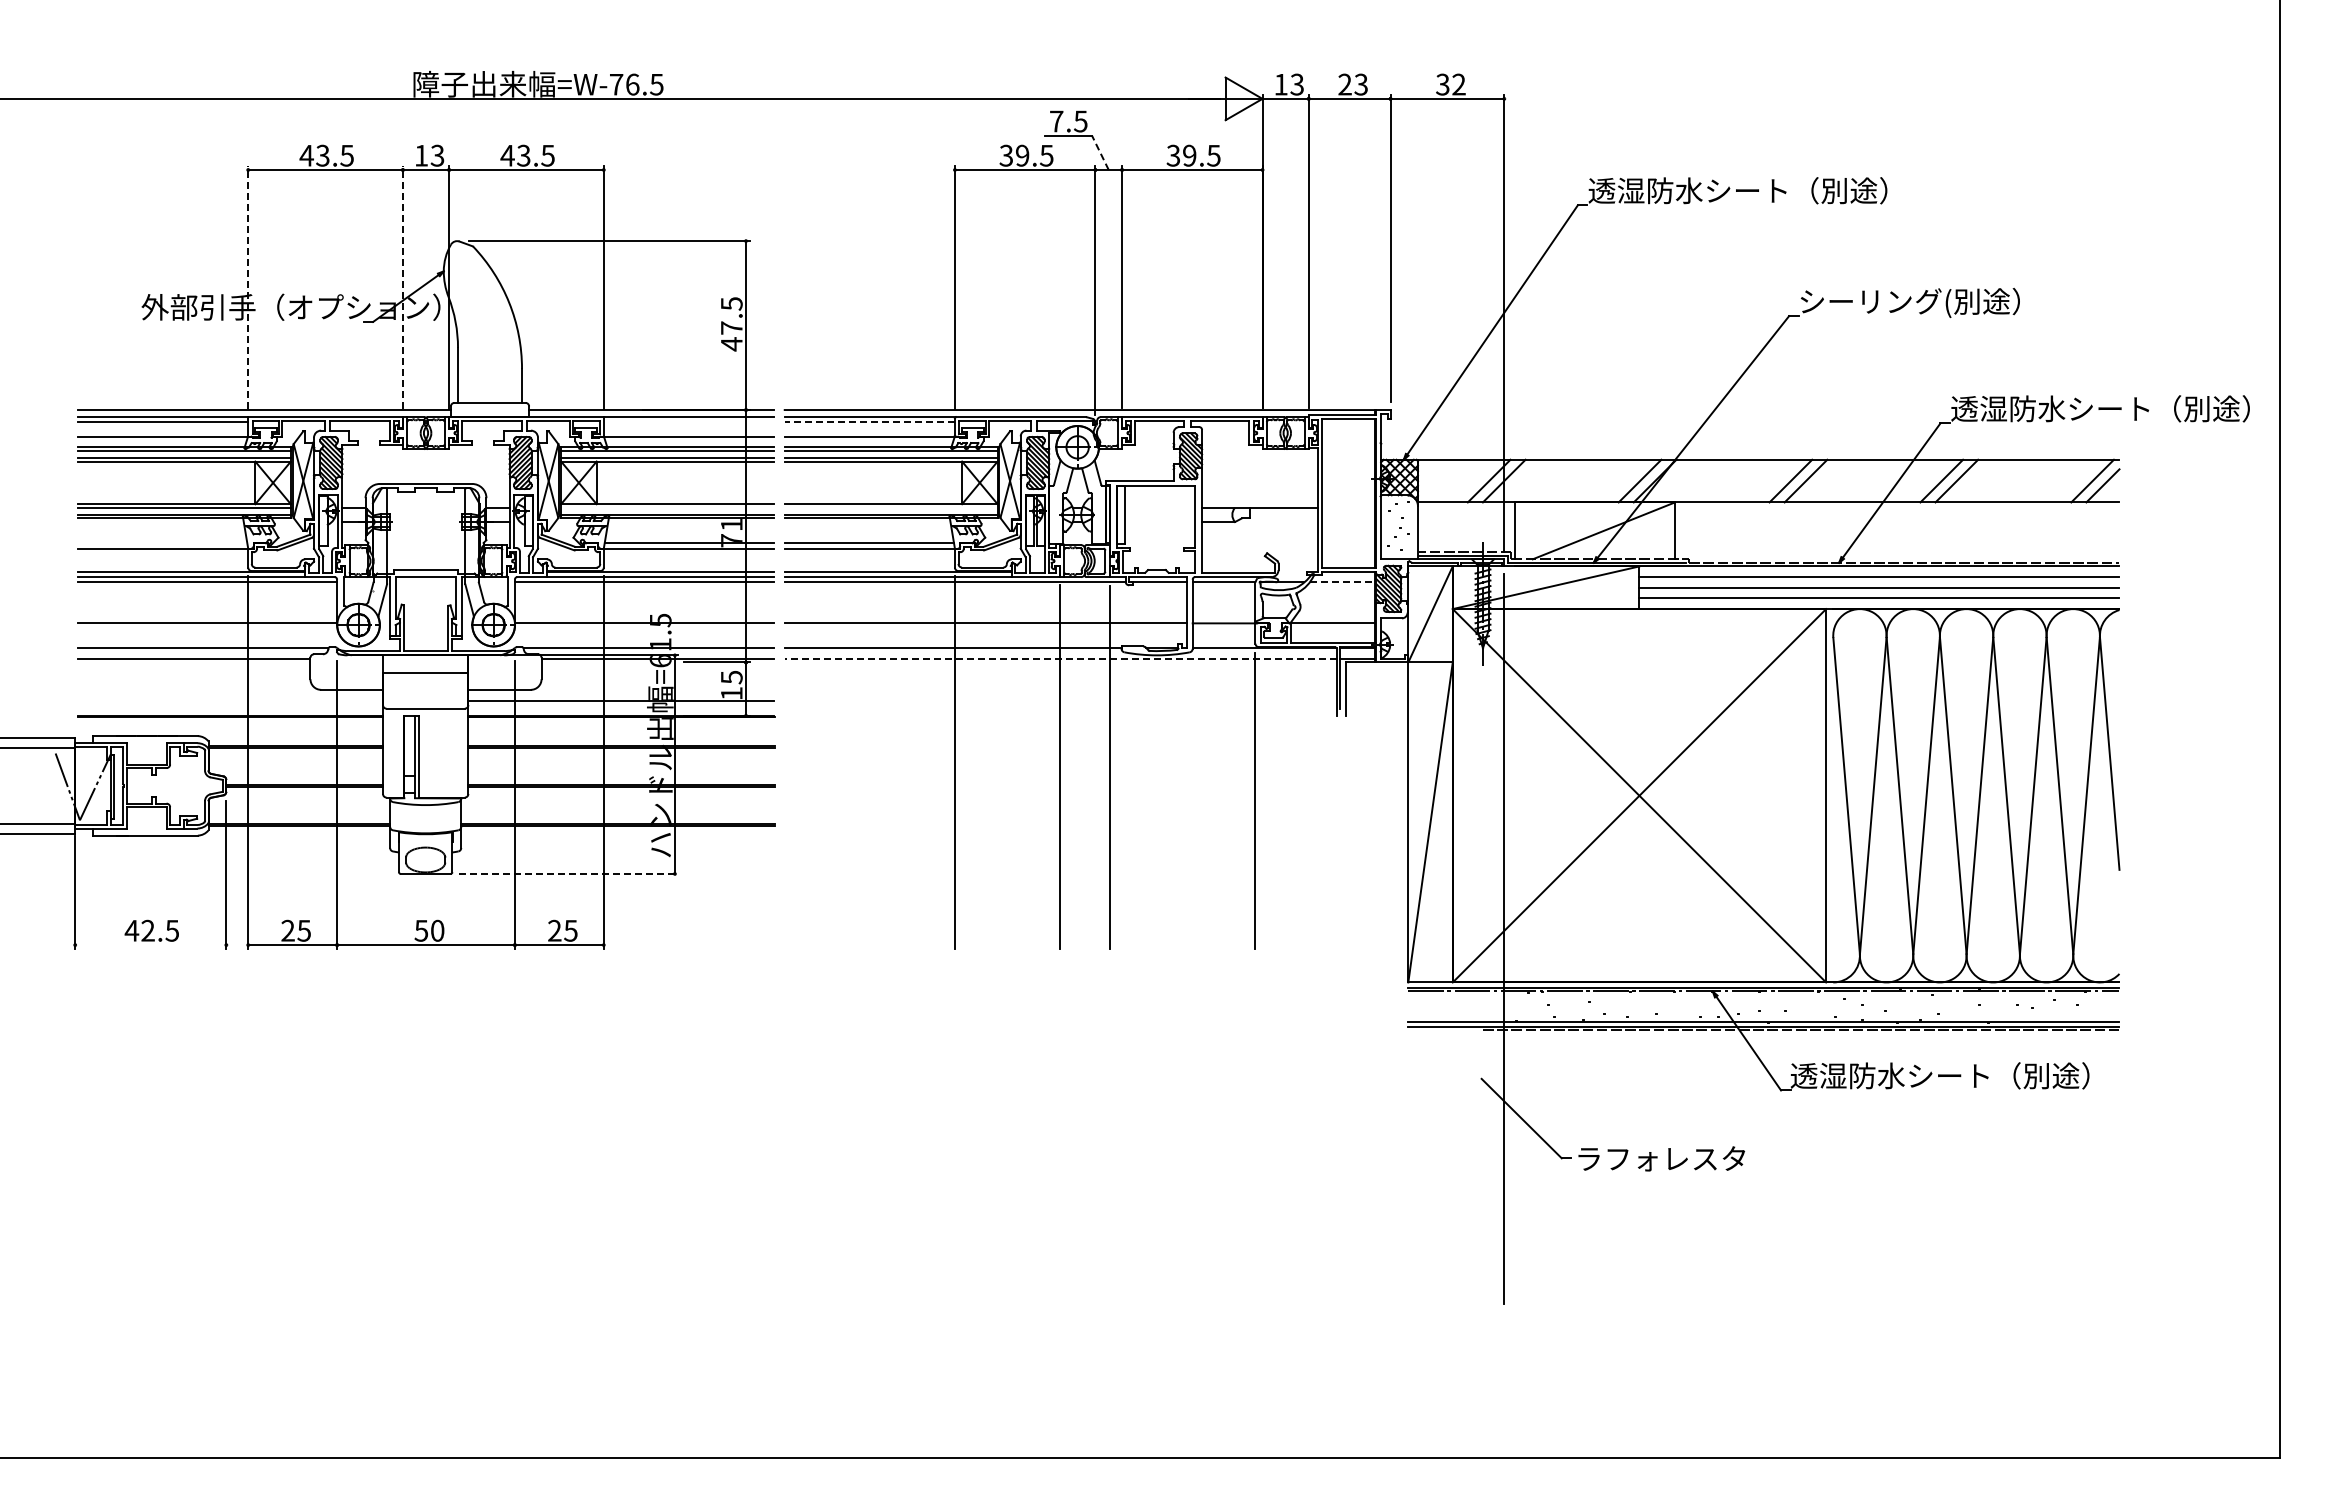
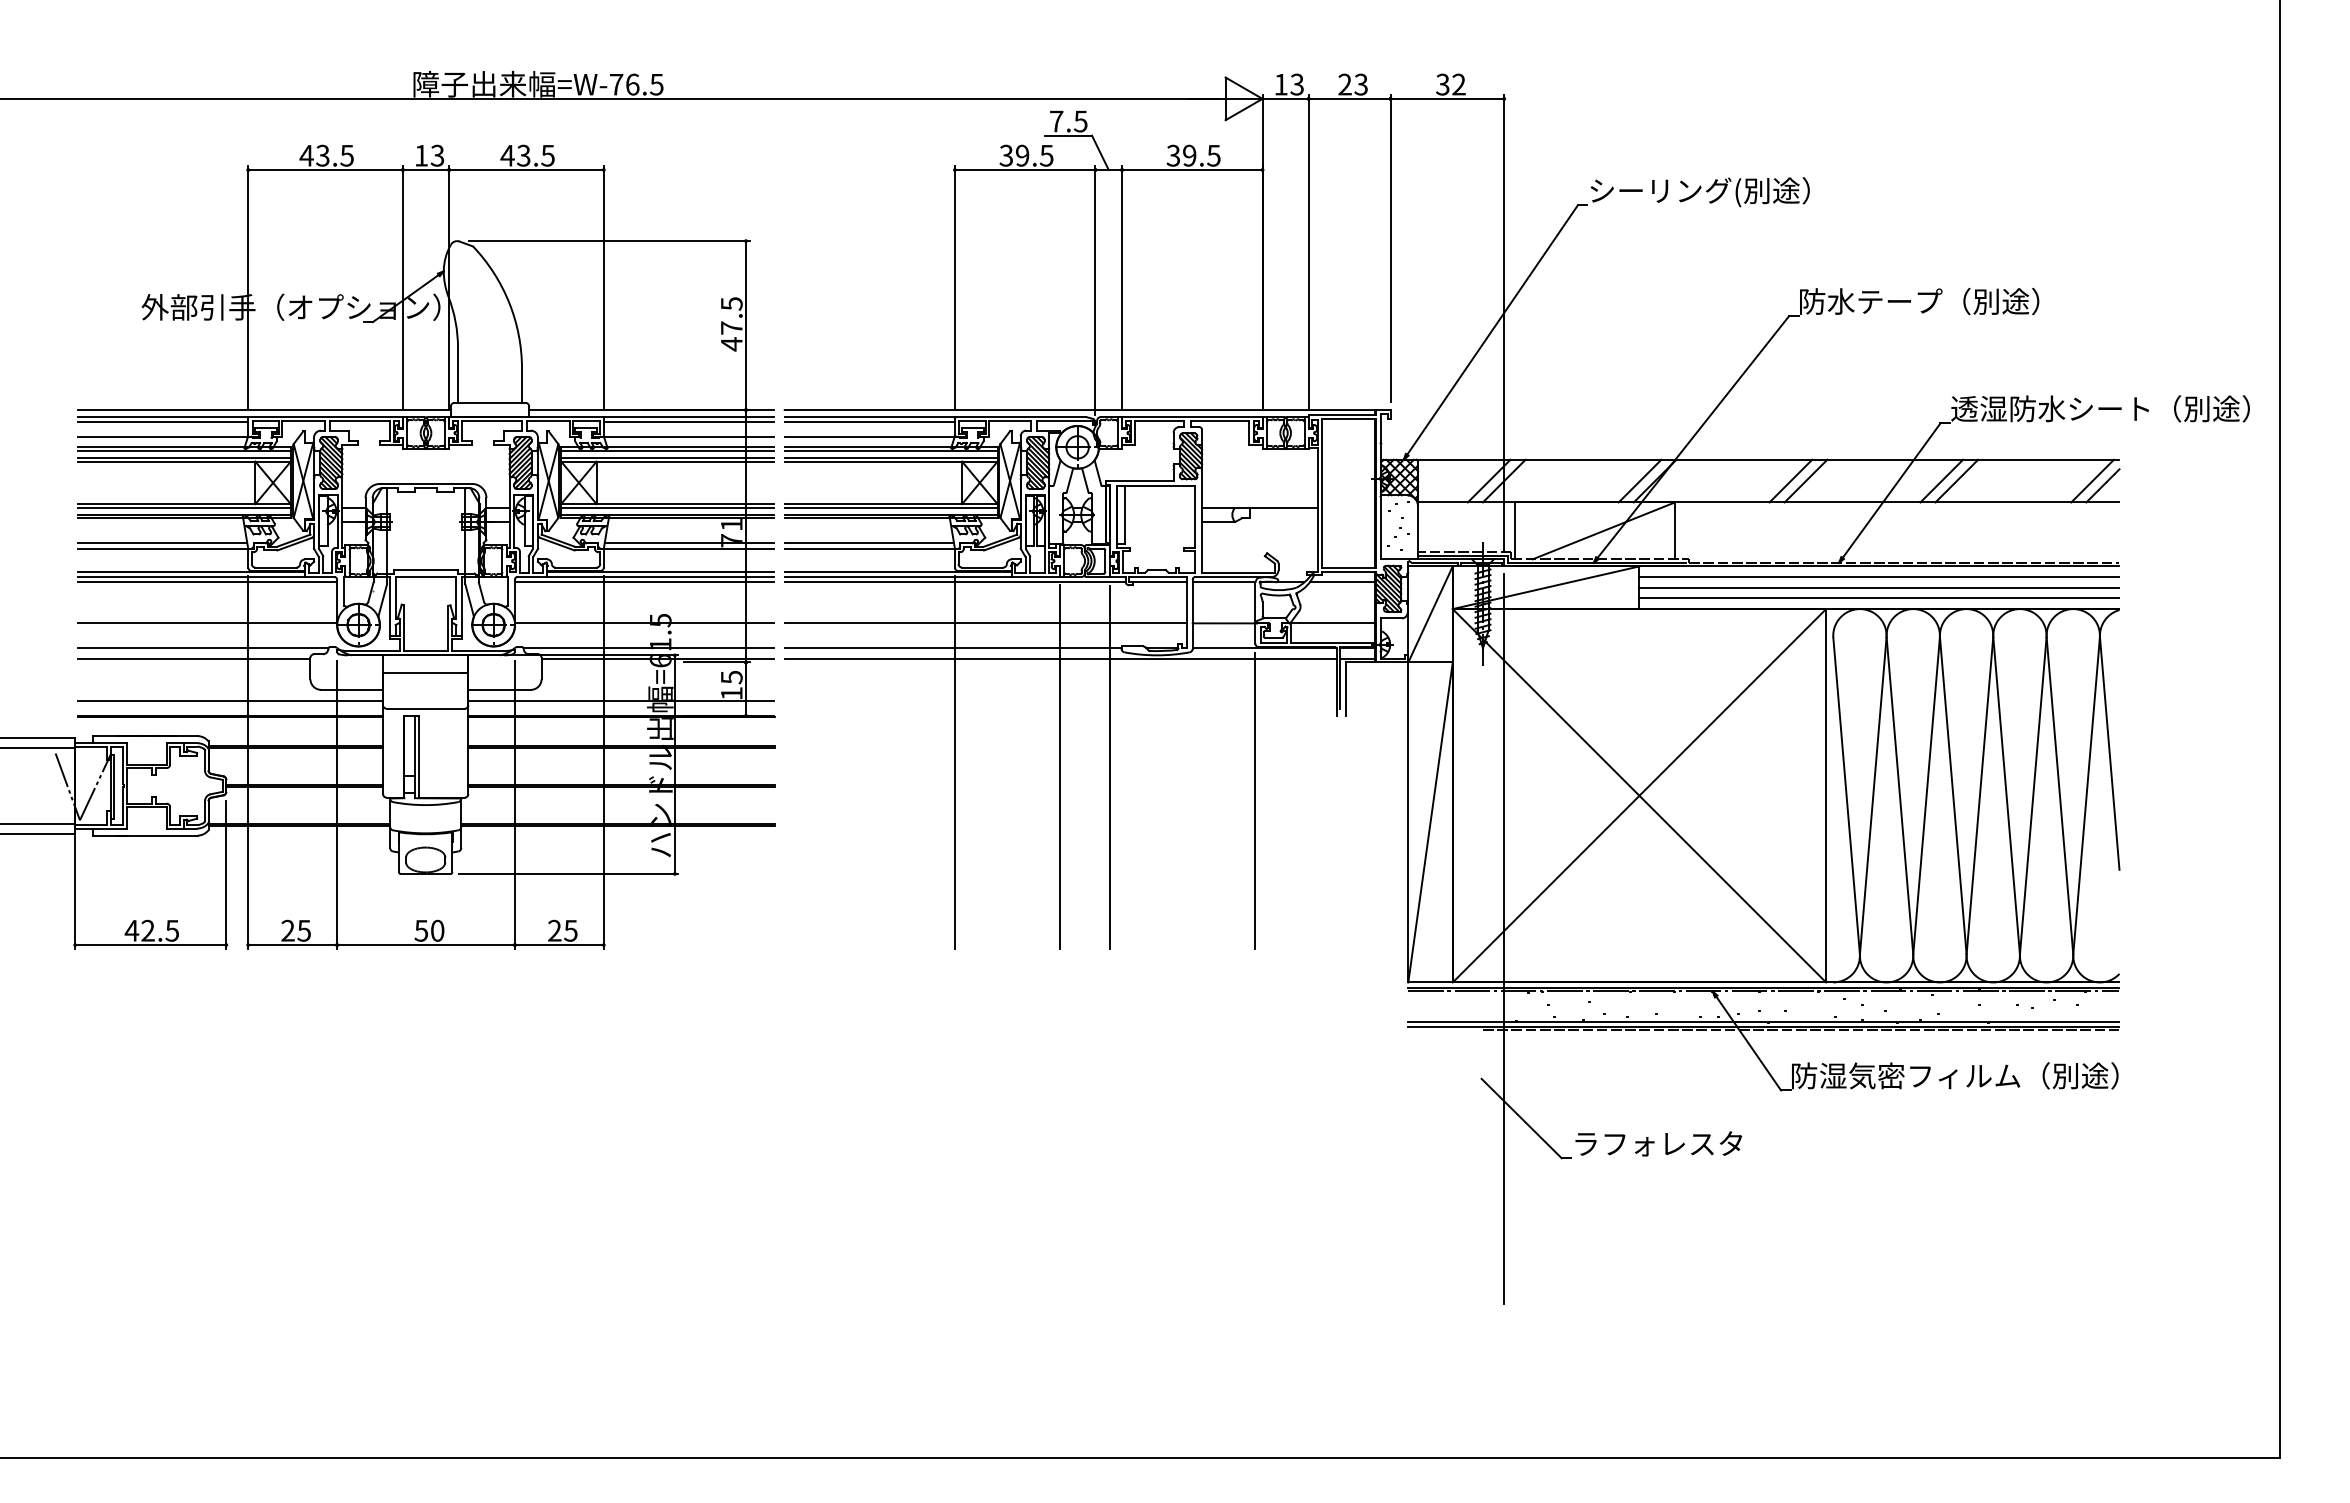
line at (1100, 152): dashed -> solid
text at (1737, 192): 透湿防水シート（別途） -> シーリング(別途）
line at (248, 287): dashed -> solid
line at (402, 287): dashed -> solid
text at (1919, 302): シーリング(別途） -> 防水テープ（別途）
line at (688, 422): none -> present
line at (869, 422): dashed -> solid
line at (667, 507): none -> present
line at (890, 507): none -> present
line at (162, 543): none -> present
line at (1342, 582): dashed -> solid
line at (1060, 658): dashed -> solid
line at (230, 700): none -> present
line at (569, 873): dashed -> solid
line at (150, 945): none -> present
text at (1954, 1075): 透湿防水シート（別途） -> 防湿気密フィルム（別途）
text at (1661, 1158) position: (1661, 1158) -> (1658, 1143)
